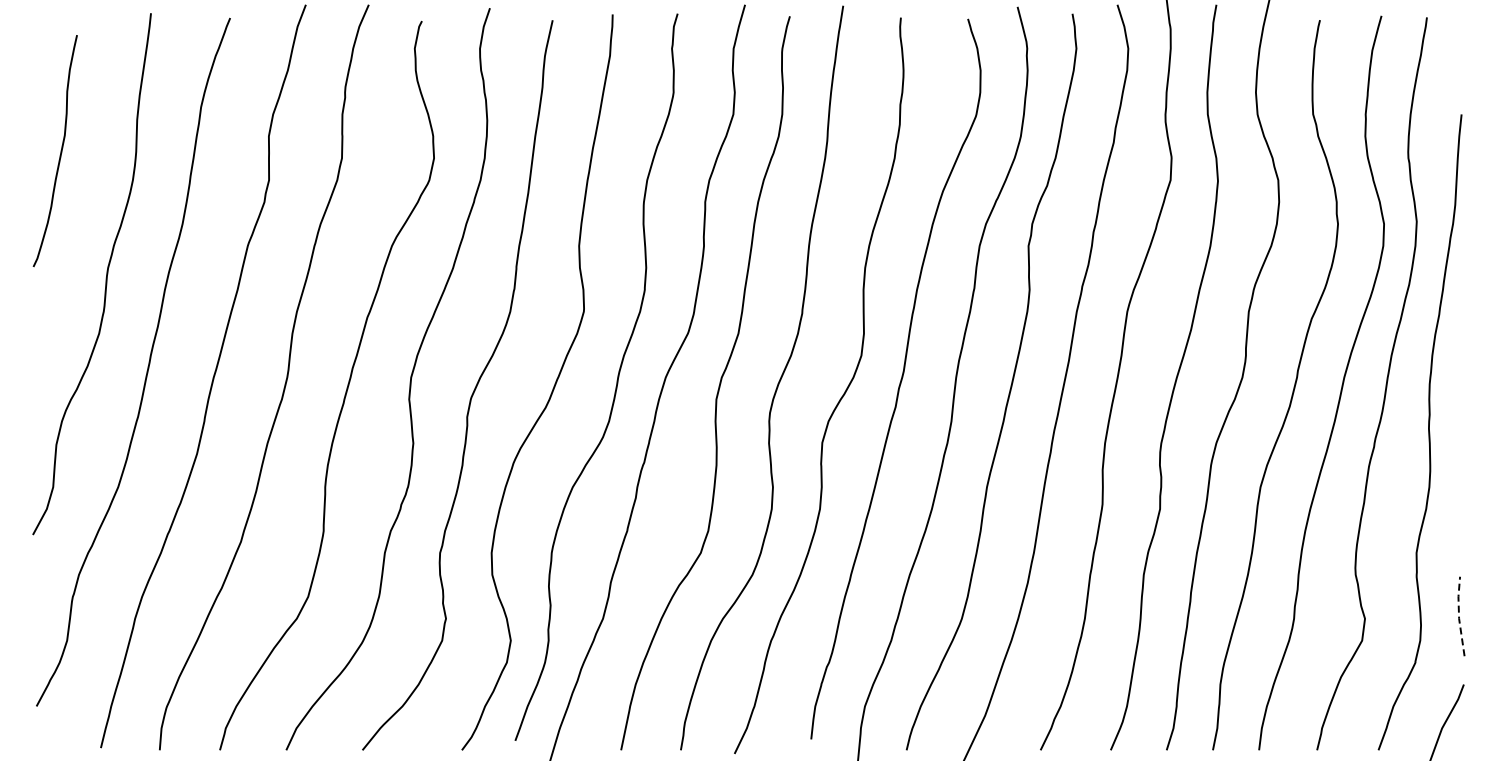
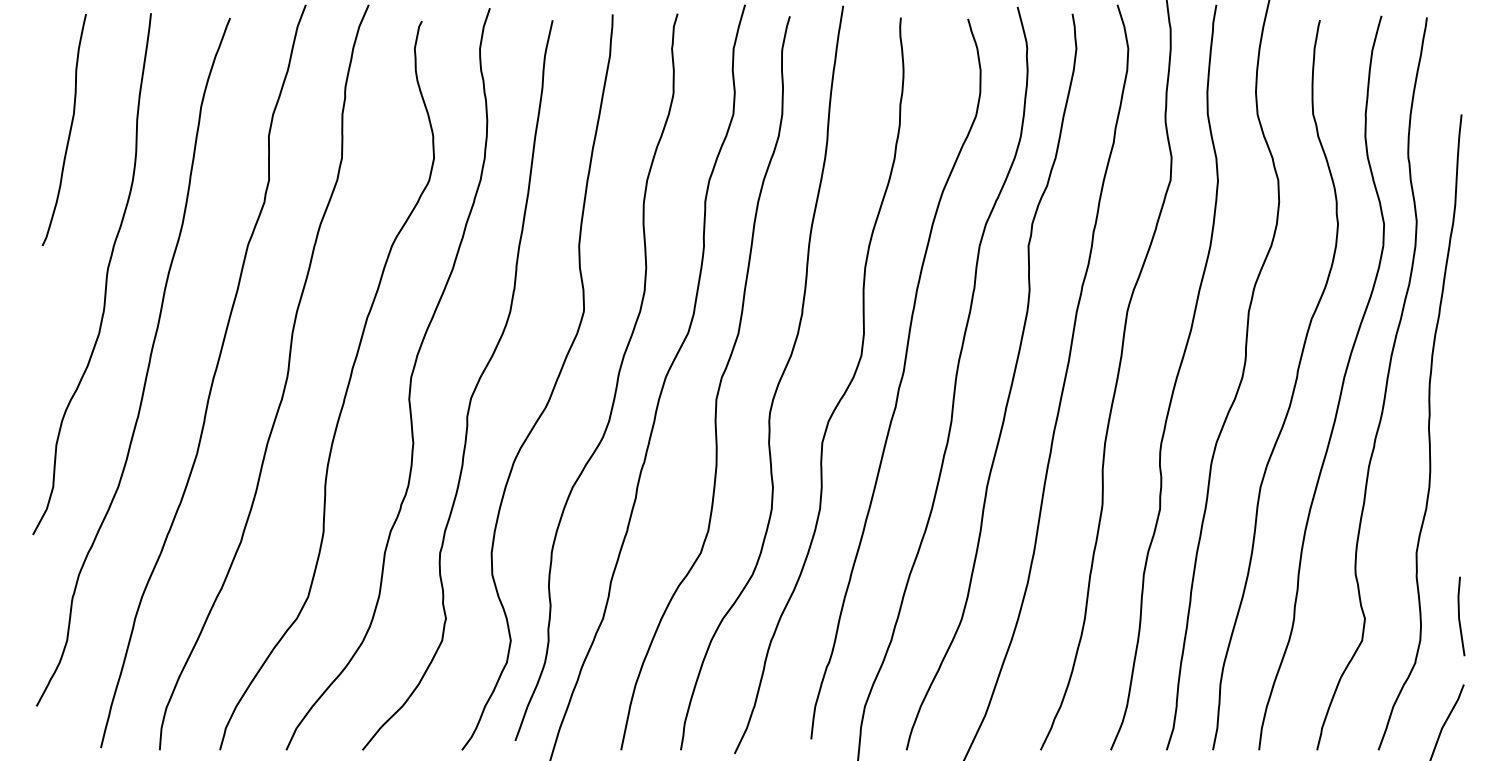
curve at (60, 151) position: (60, 151) -> (69, 130)
line at (1459, 615): dashed -> solid
